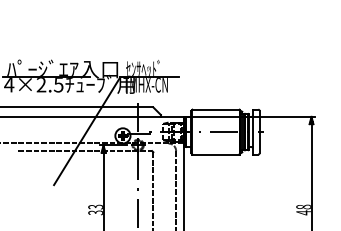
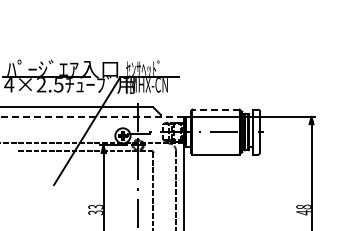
line at (216, 109): solid -> dashed
line at (92, 116): solid -> dashed
